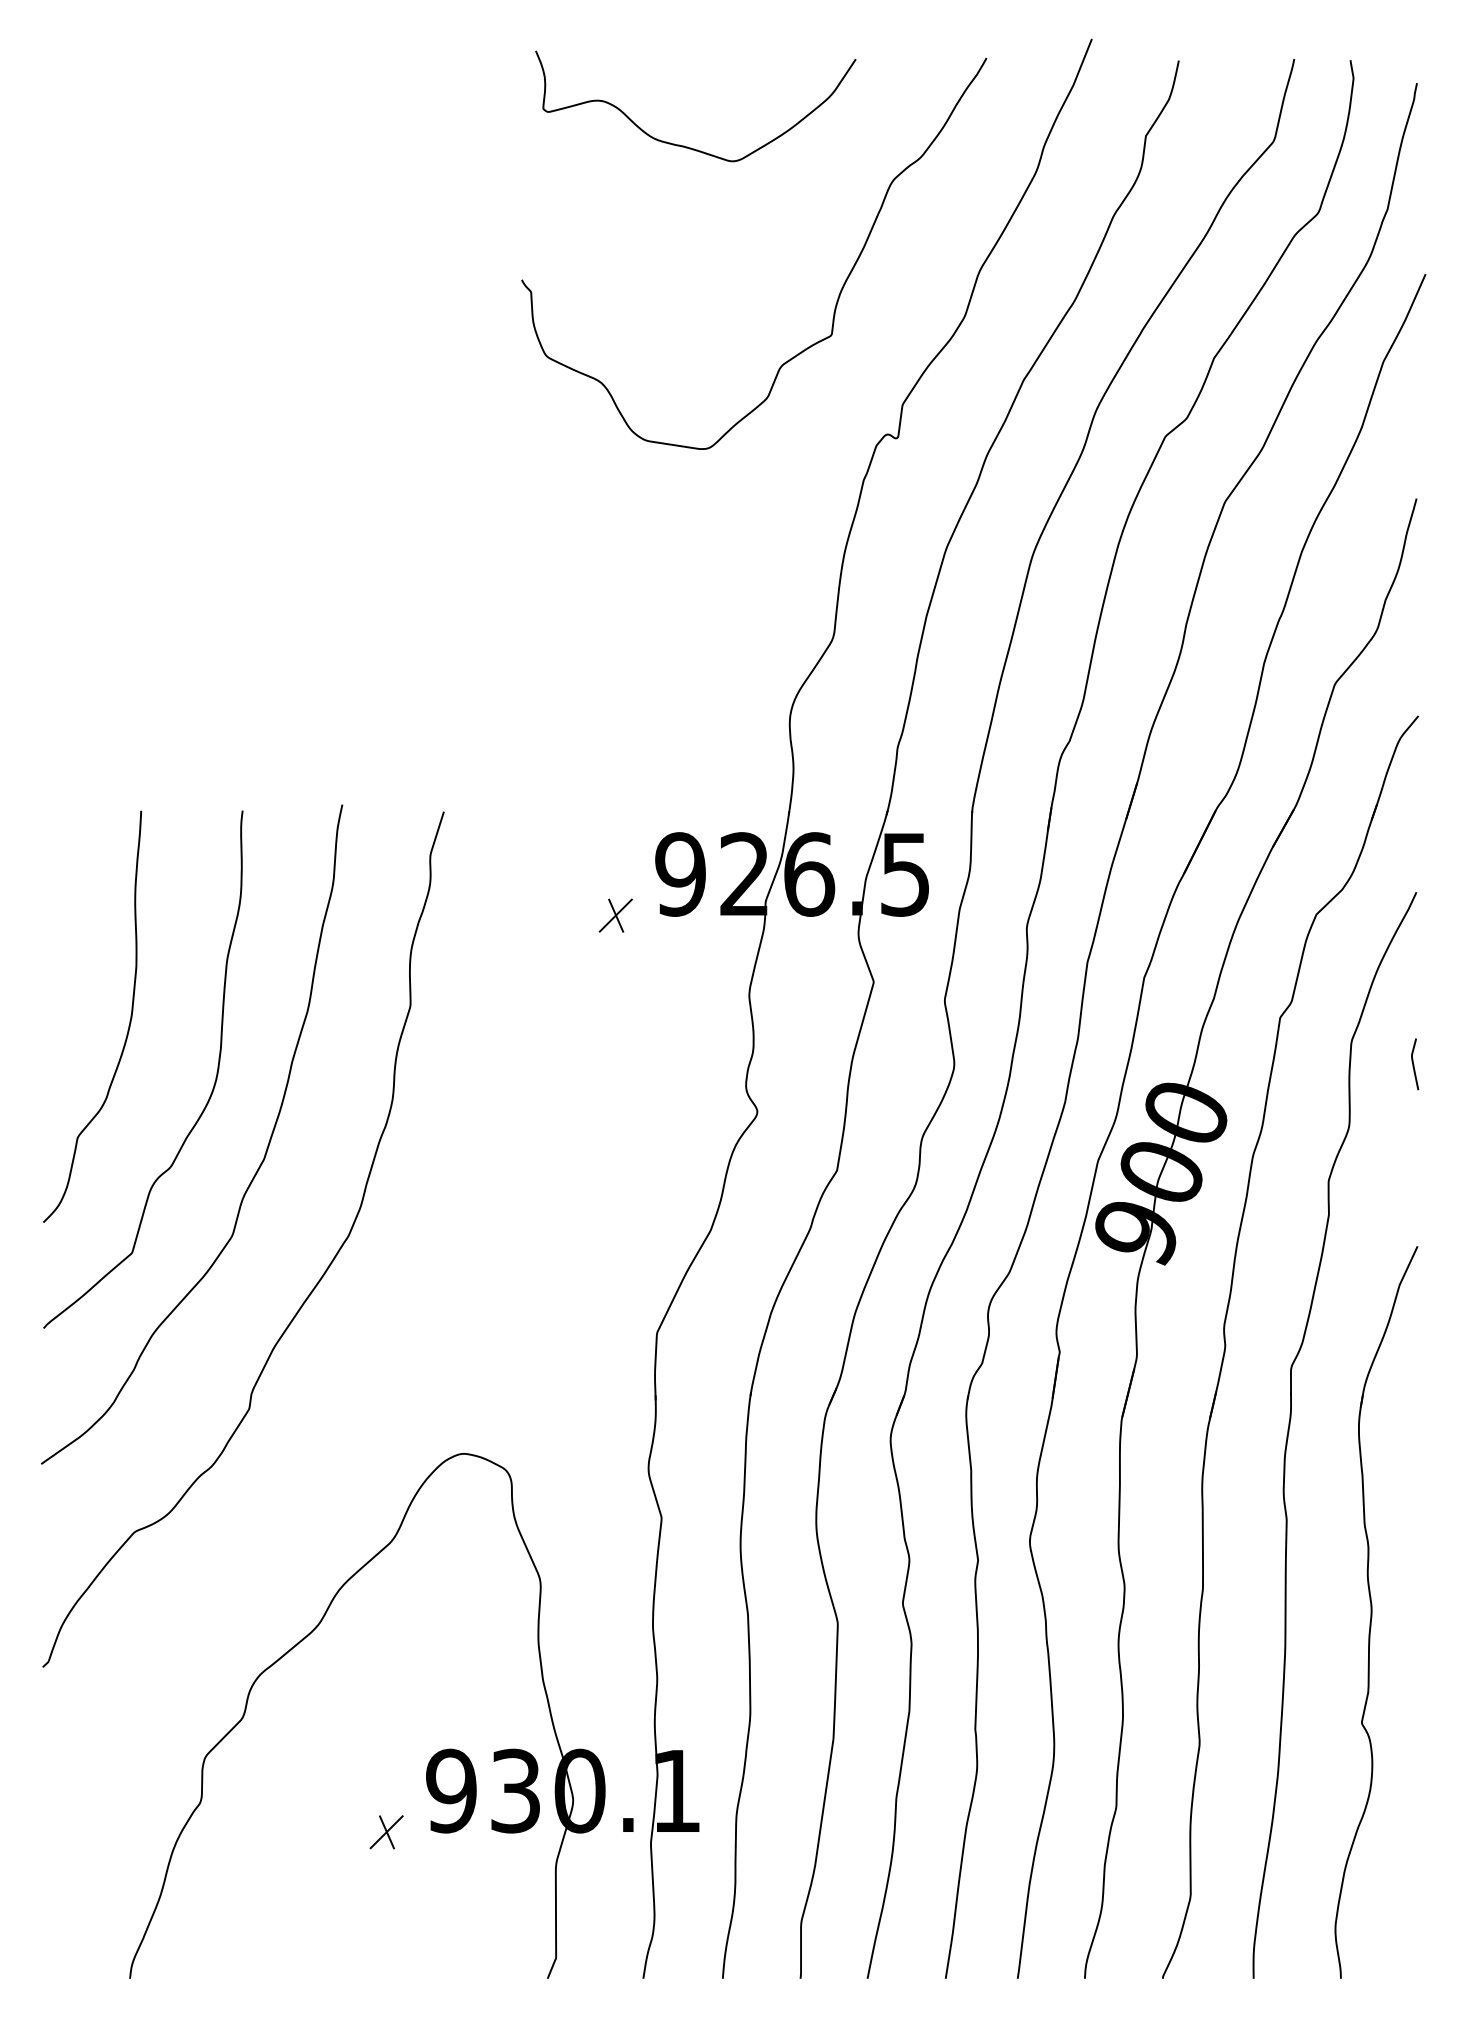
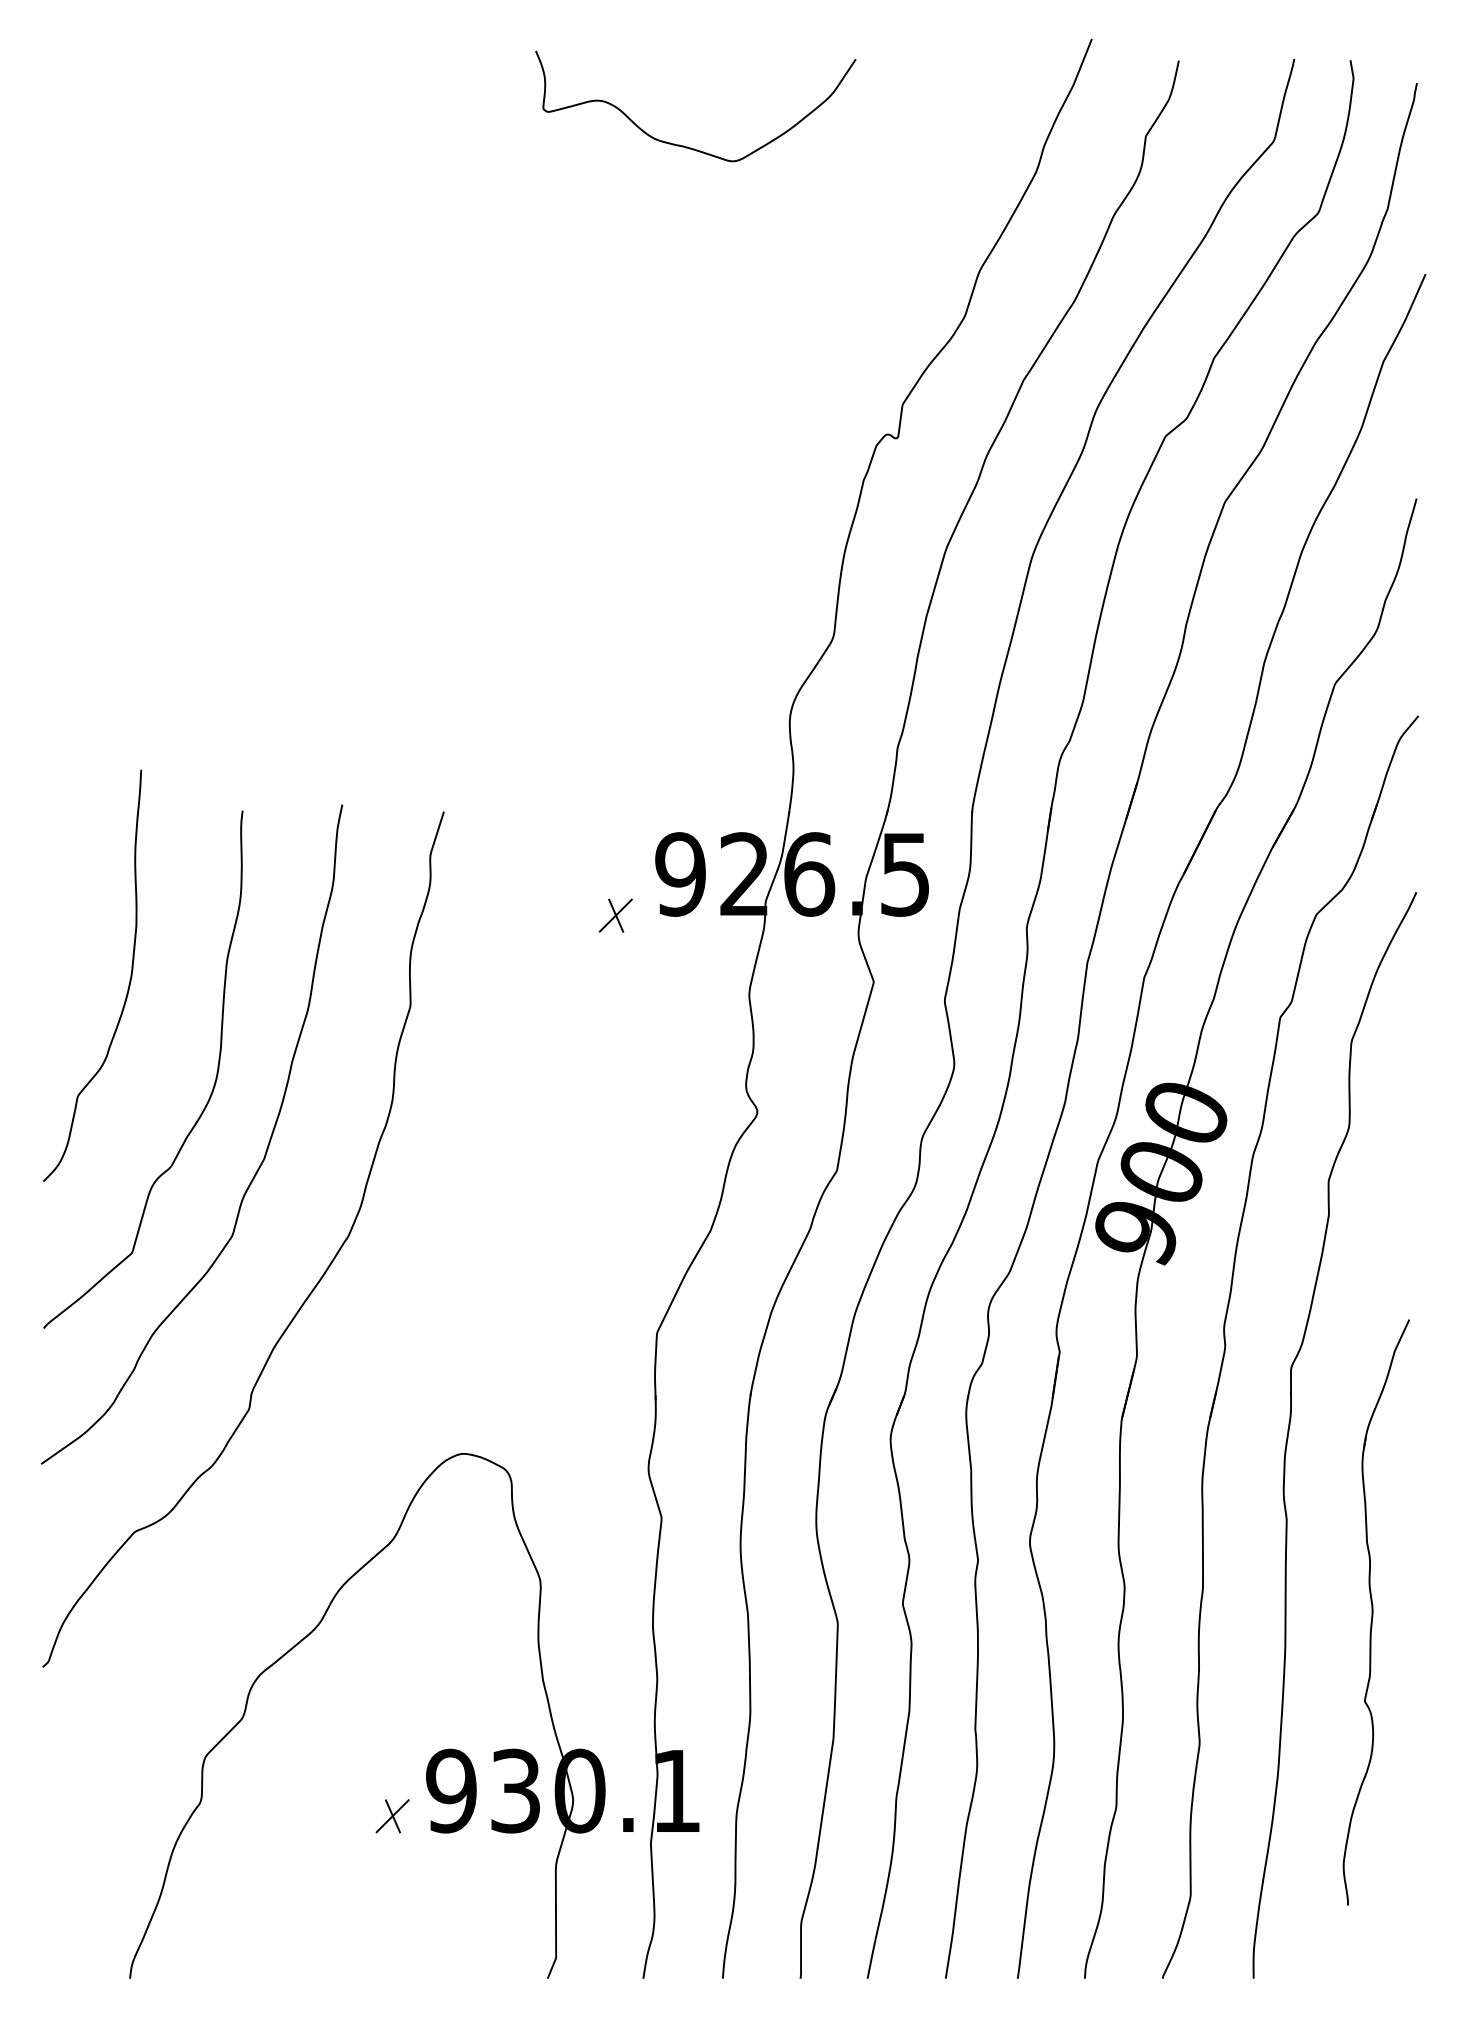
curve at (841, 287): present -> none
curve at (128, 1025) position: (128, 1025) -> (128, 984)
curve at (1414, 1064): present -> none
part at (1376, 1612) size: 85x733 px -> 68x587 px
part at (386, 1832) position: (386, 1832) -> (392, 1816)
